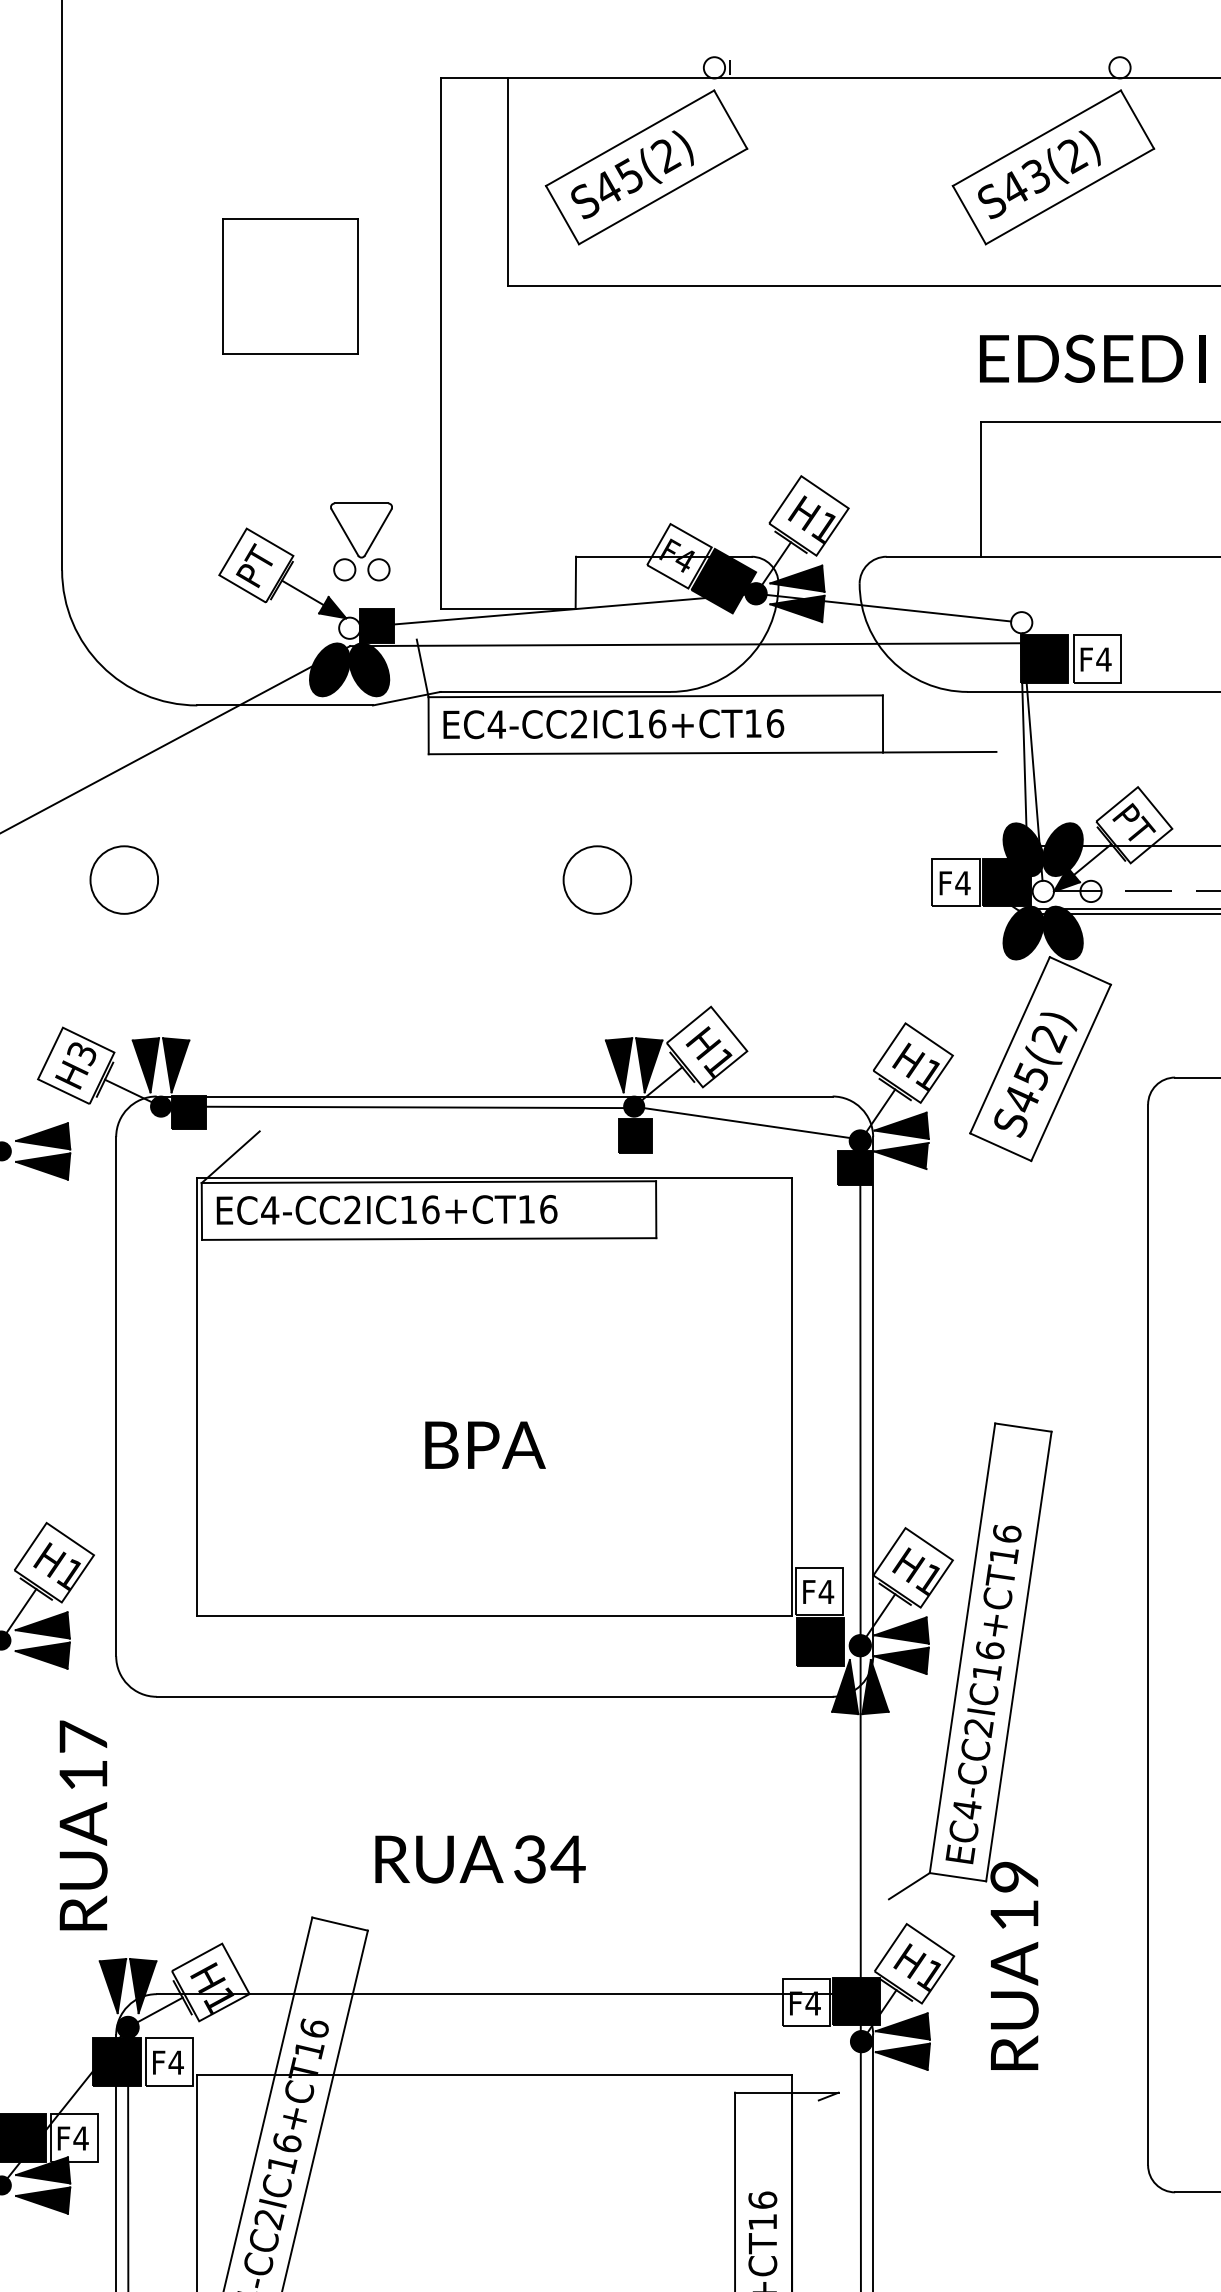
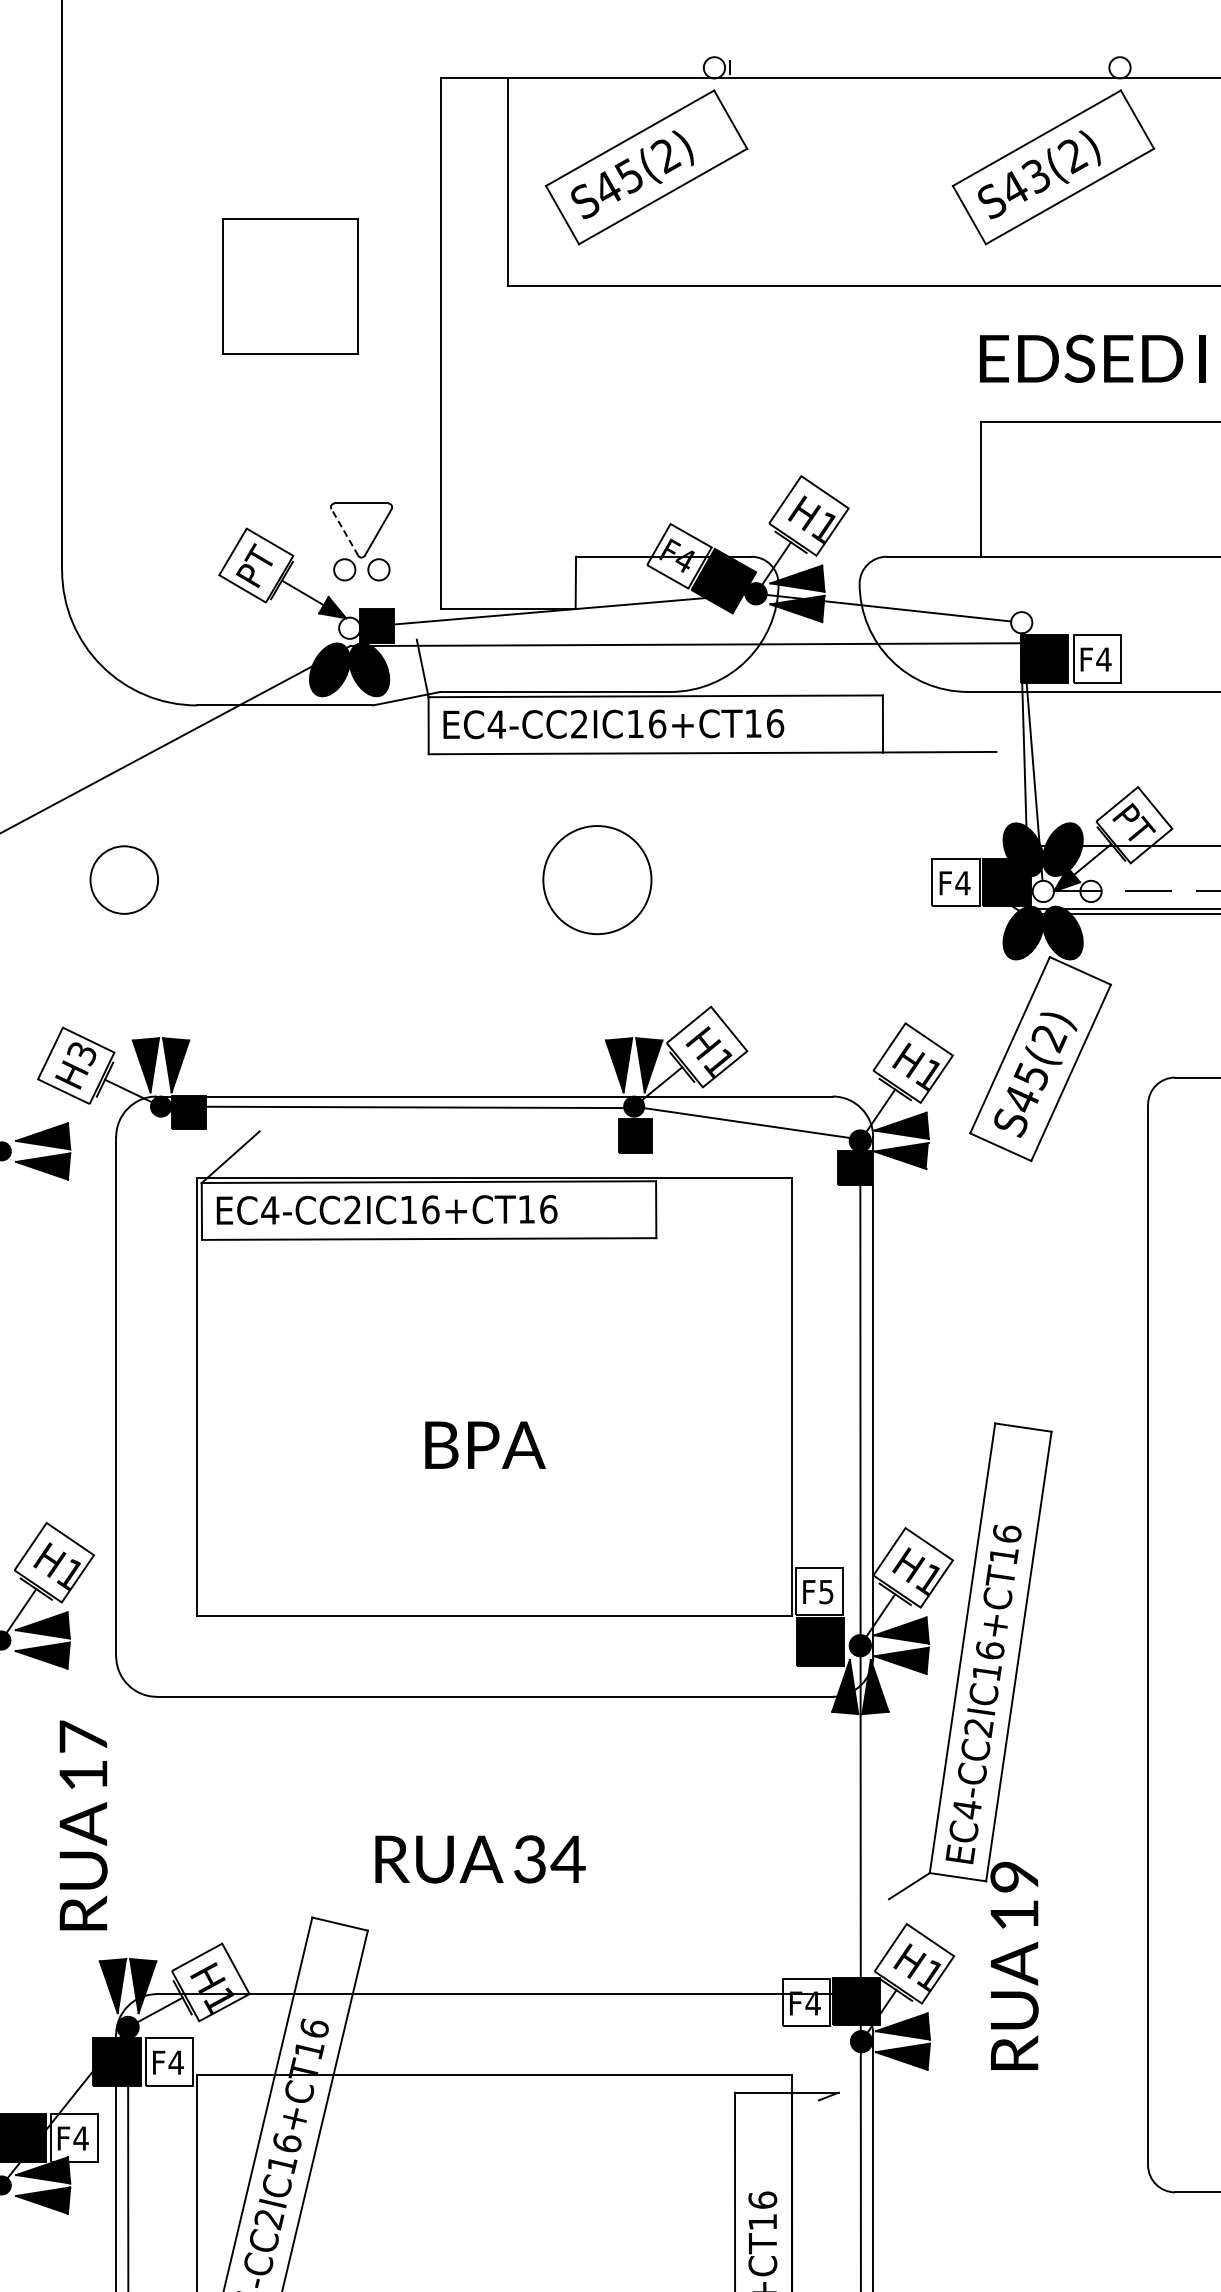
line at (344, 532): solid -> dashed
circle at (597, 879) diameter: 68 px -> 108 px
text at (826, 1592): F4 -> F5
